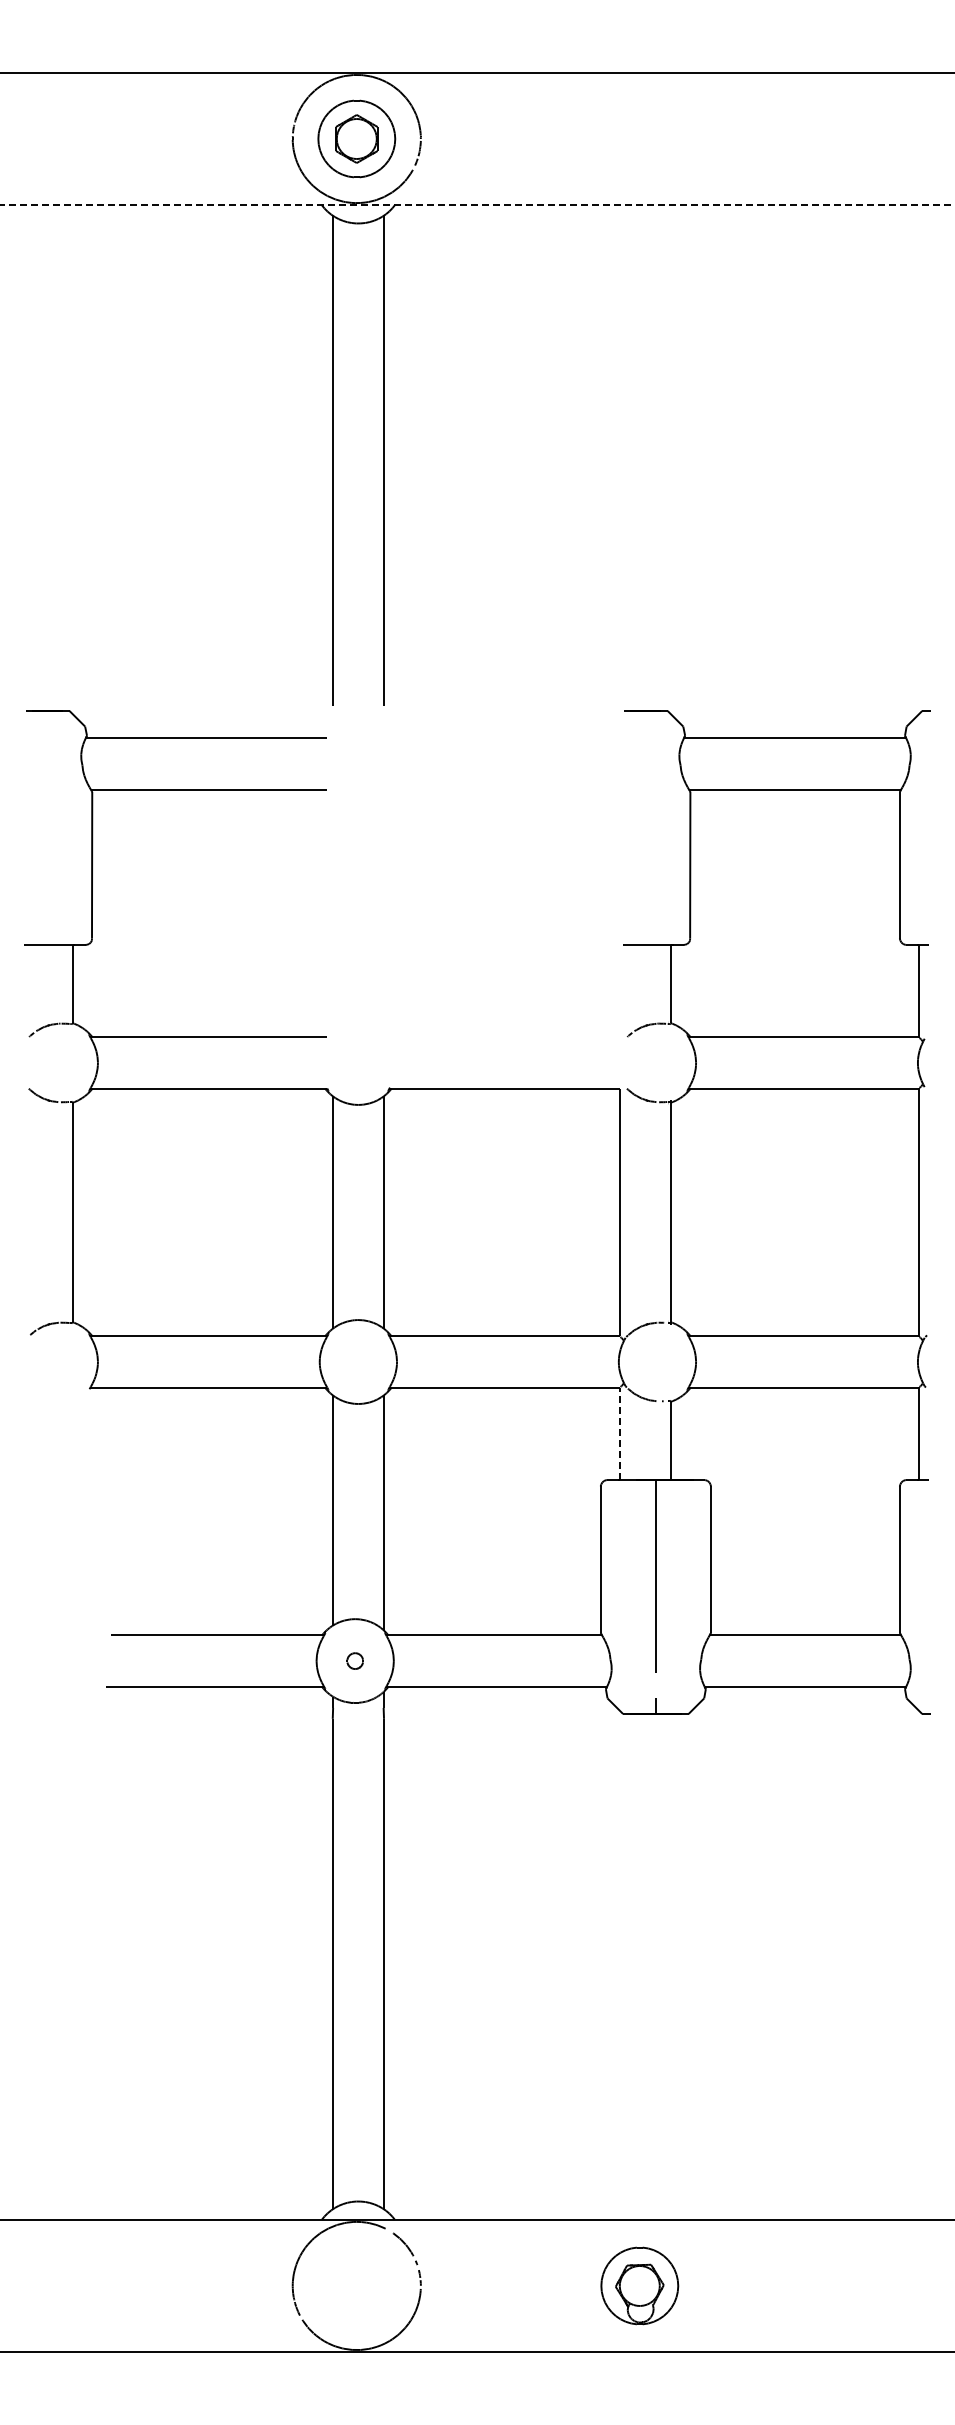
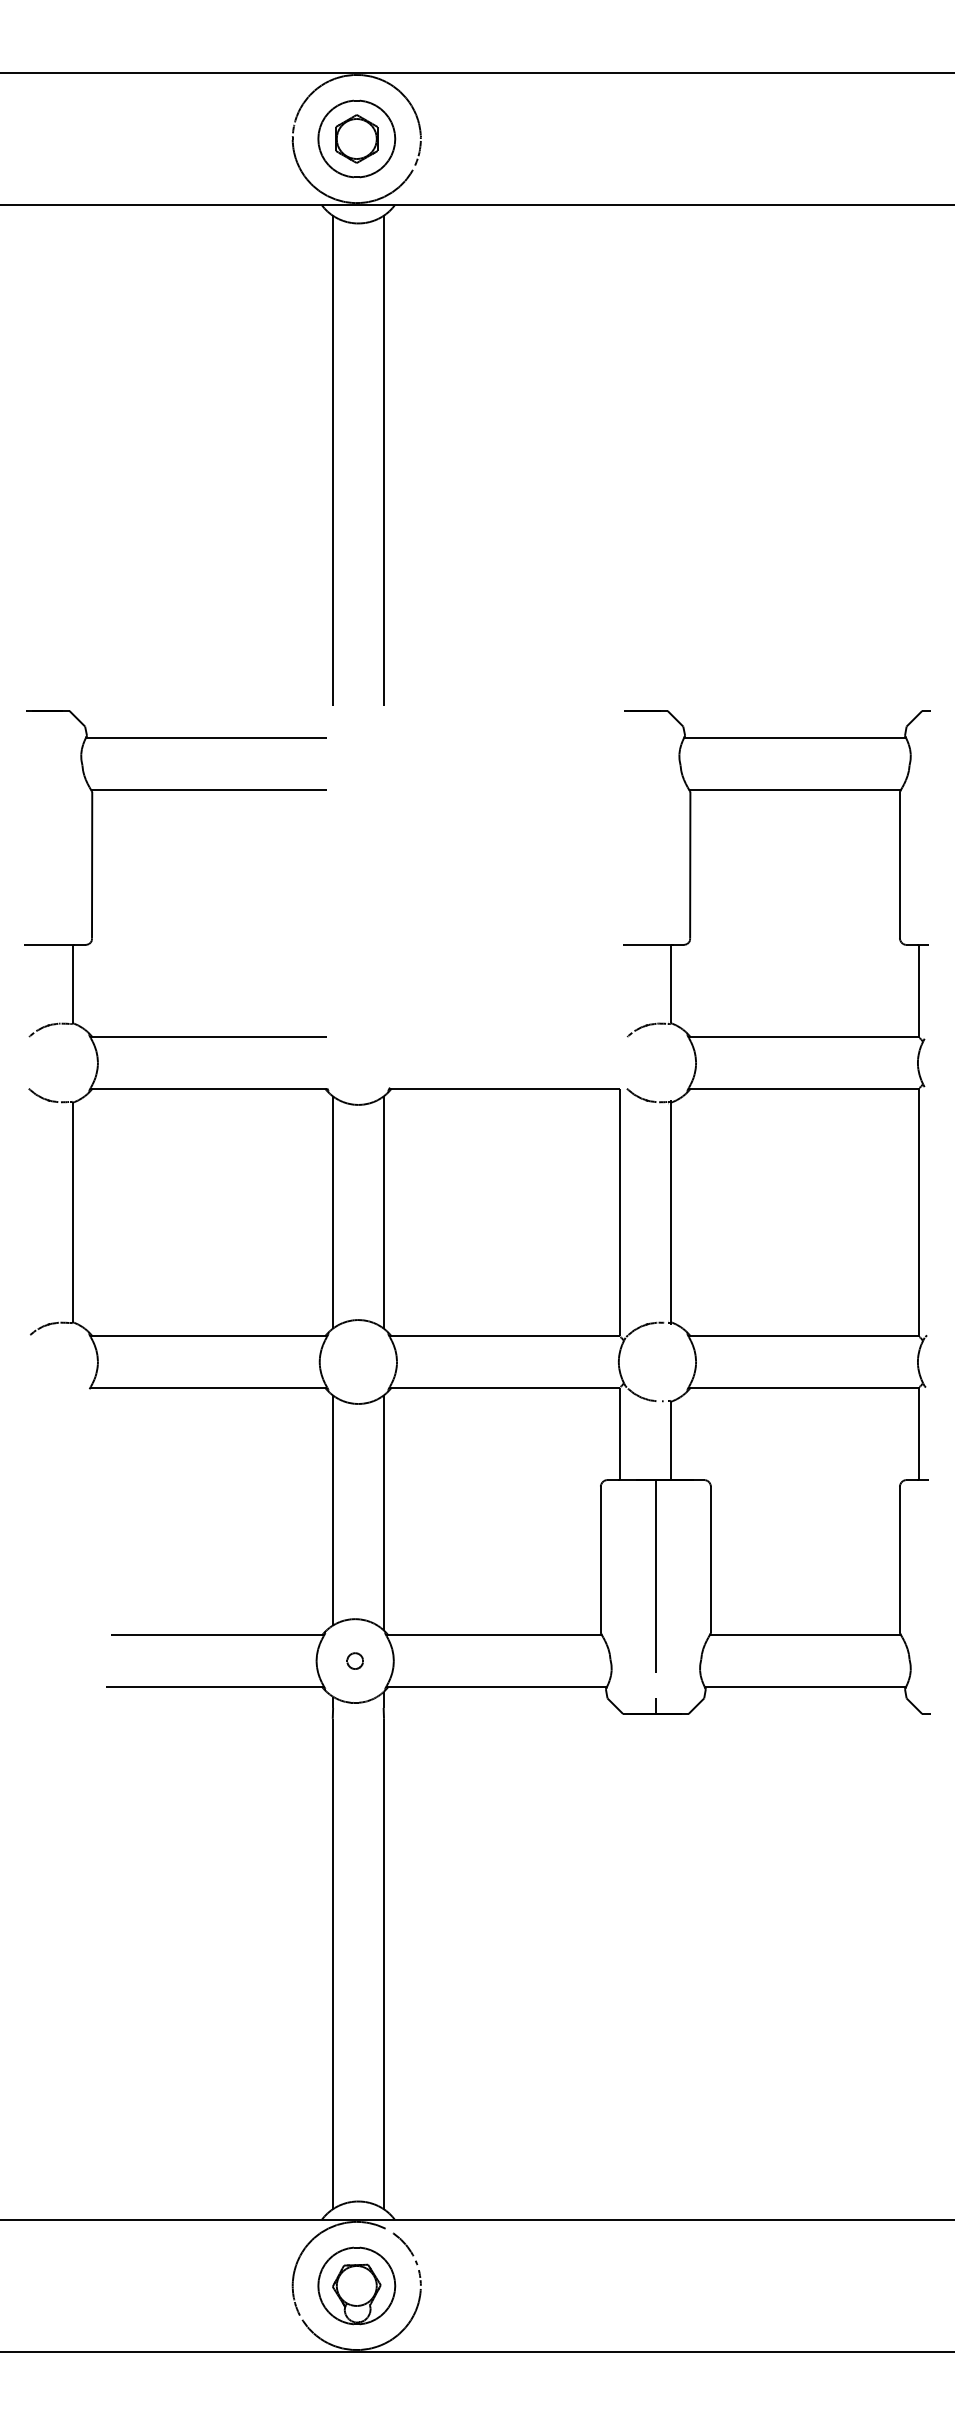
line at (477, 205): dashed -> solid
line at (620, 1433): dashed -> solid
part at (639, 2285) position: (639, 2285) -> (356, 2285)
